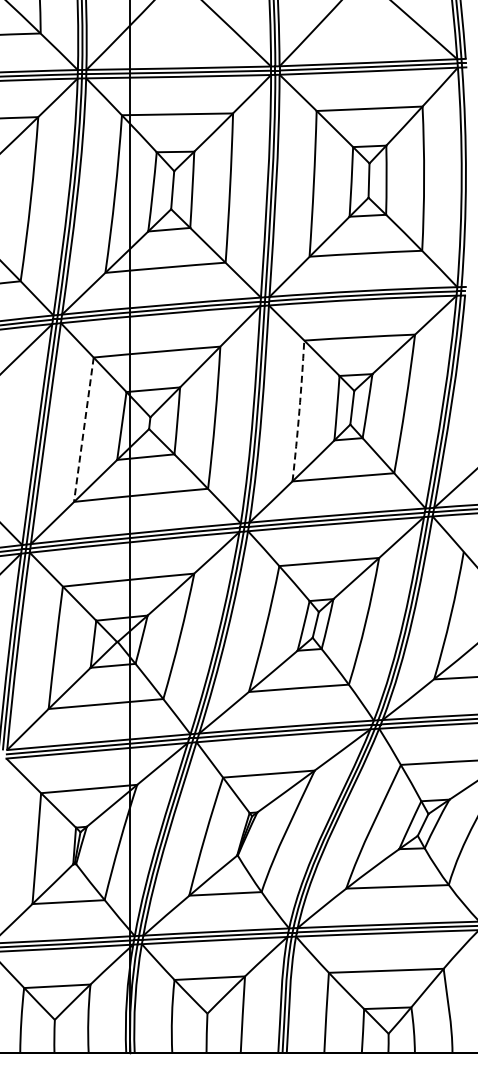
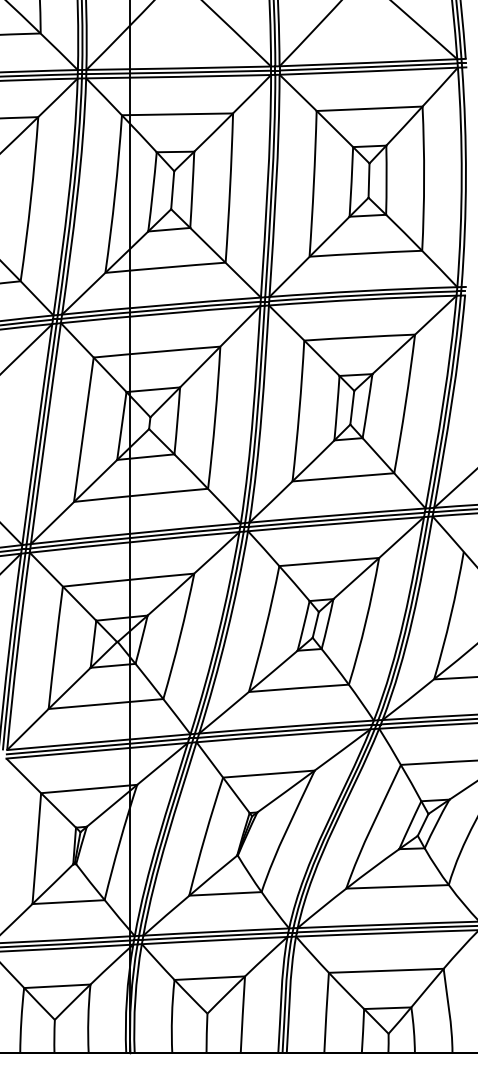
arc at (299, 411): dashed -> solid
line at (83, 429): dashed -> solid
